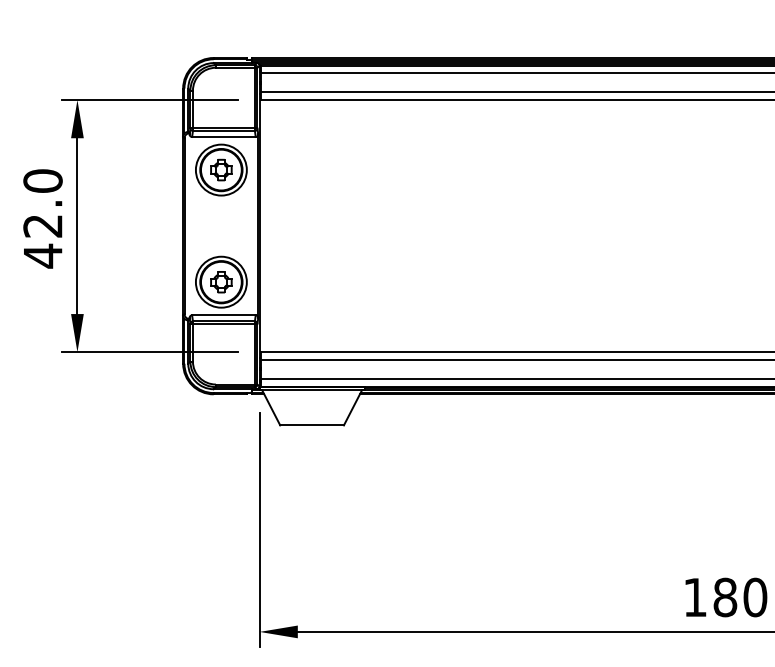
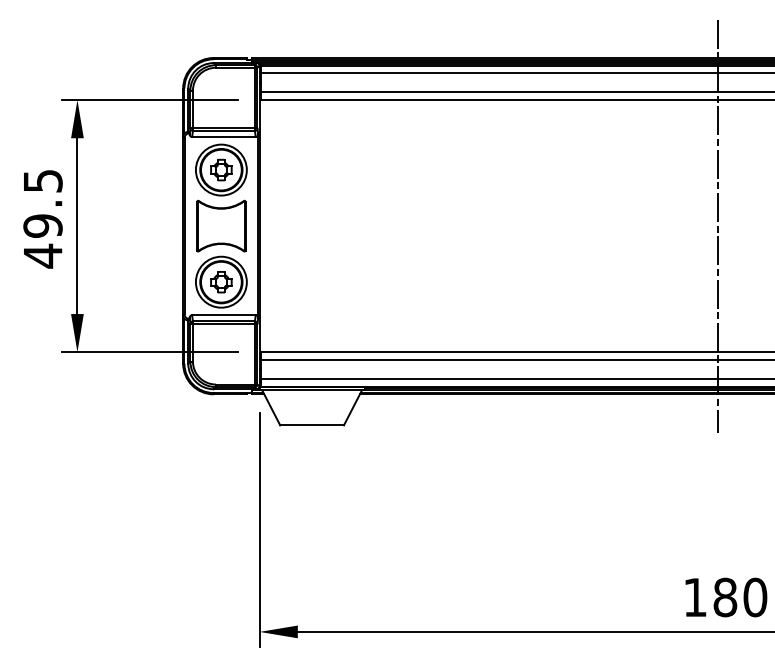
text at (42, 203): 42.0 -> 49.5
part at (221, 225): none -> present
line at (718, 225): none -> present
